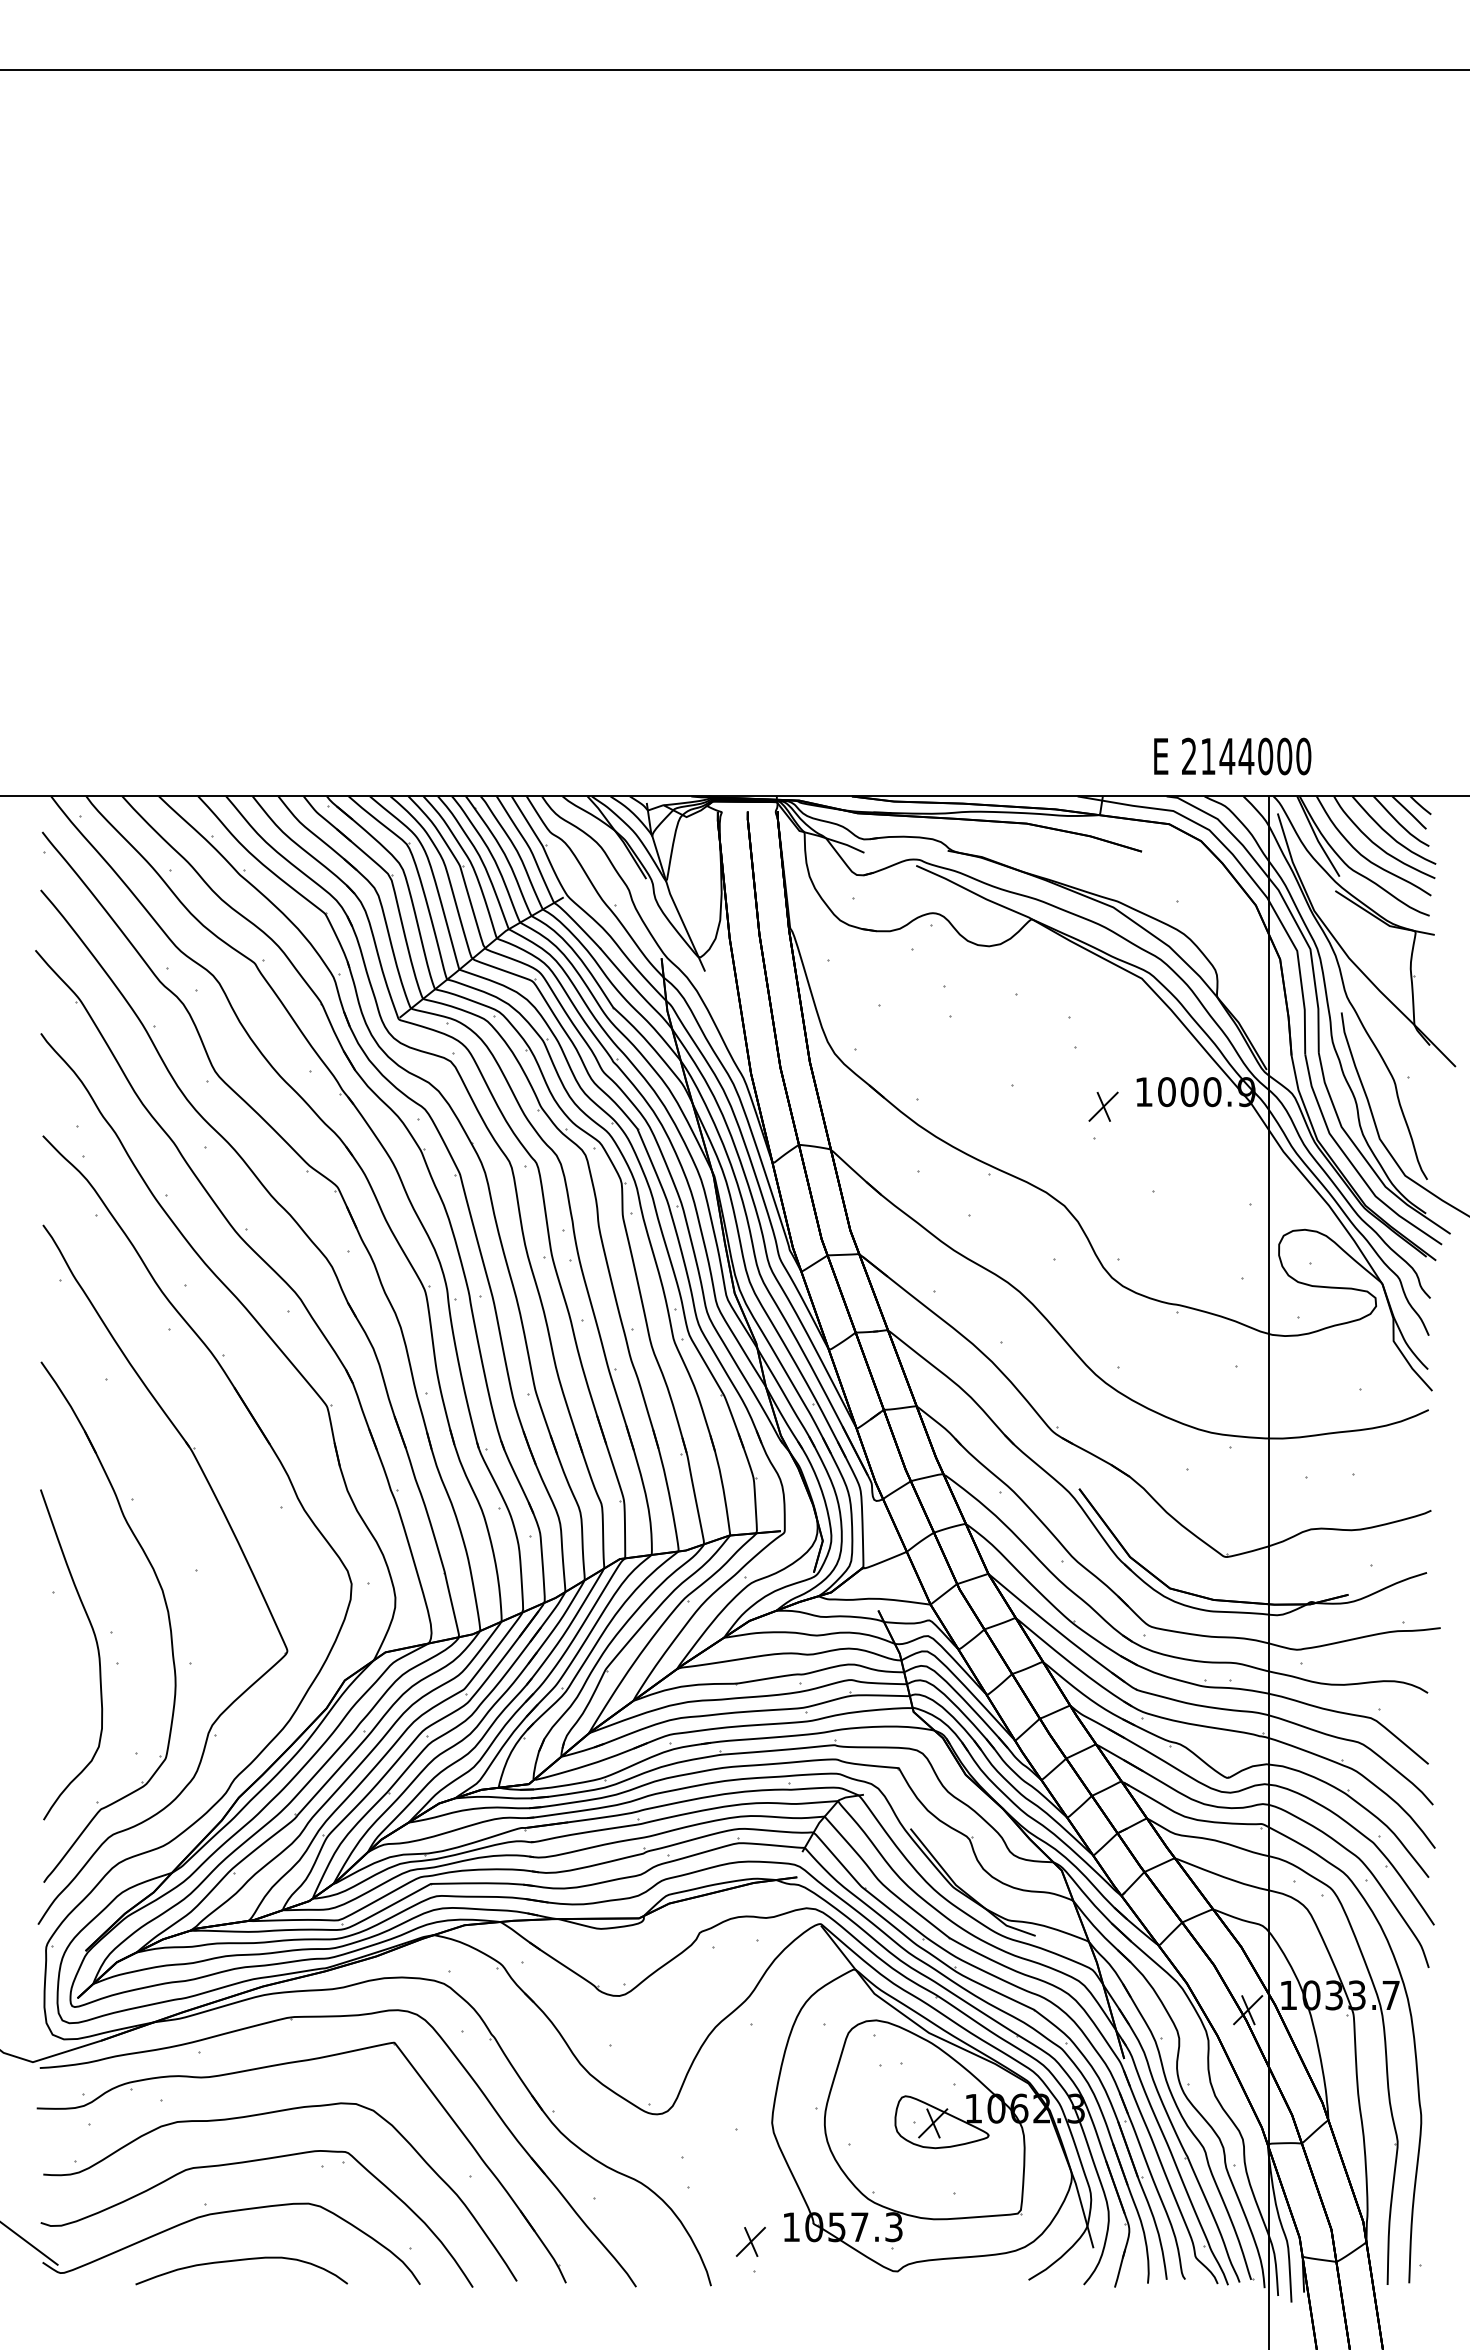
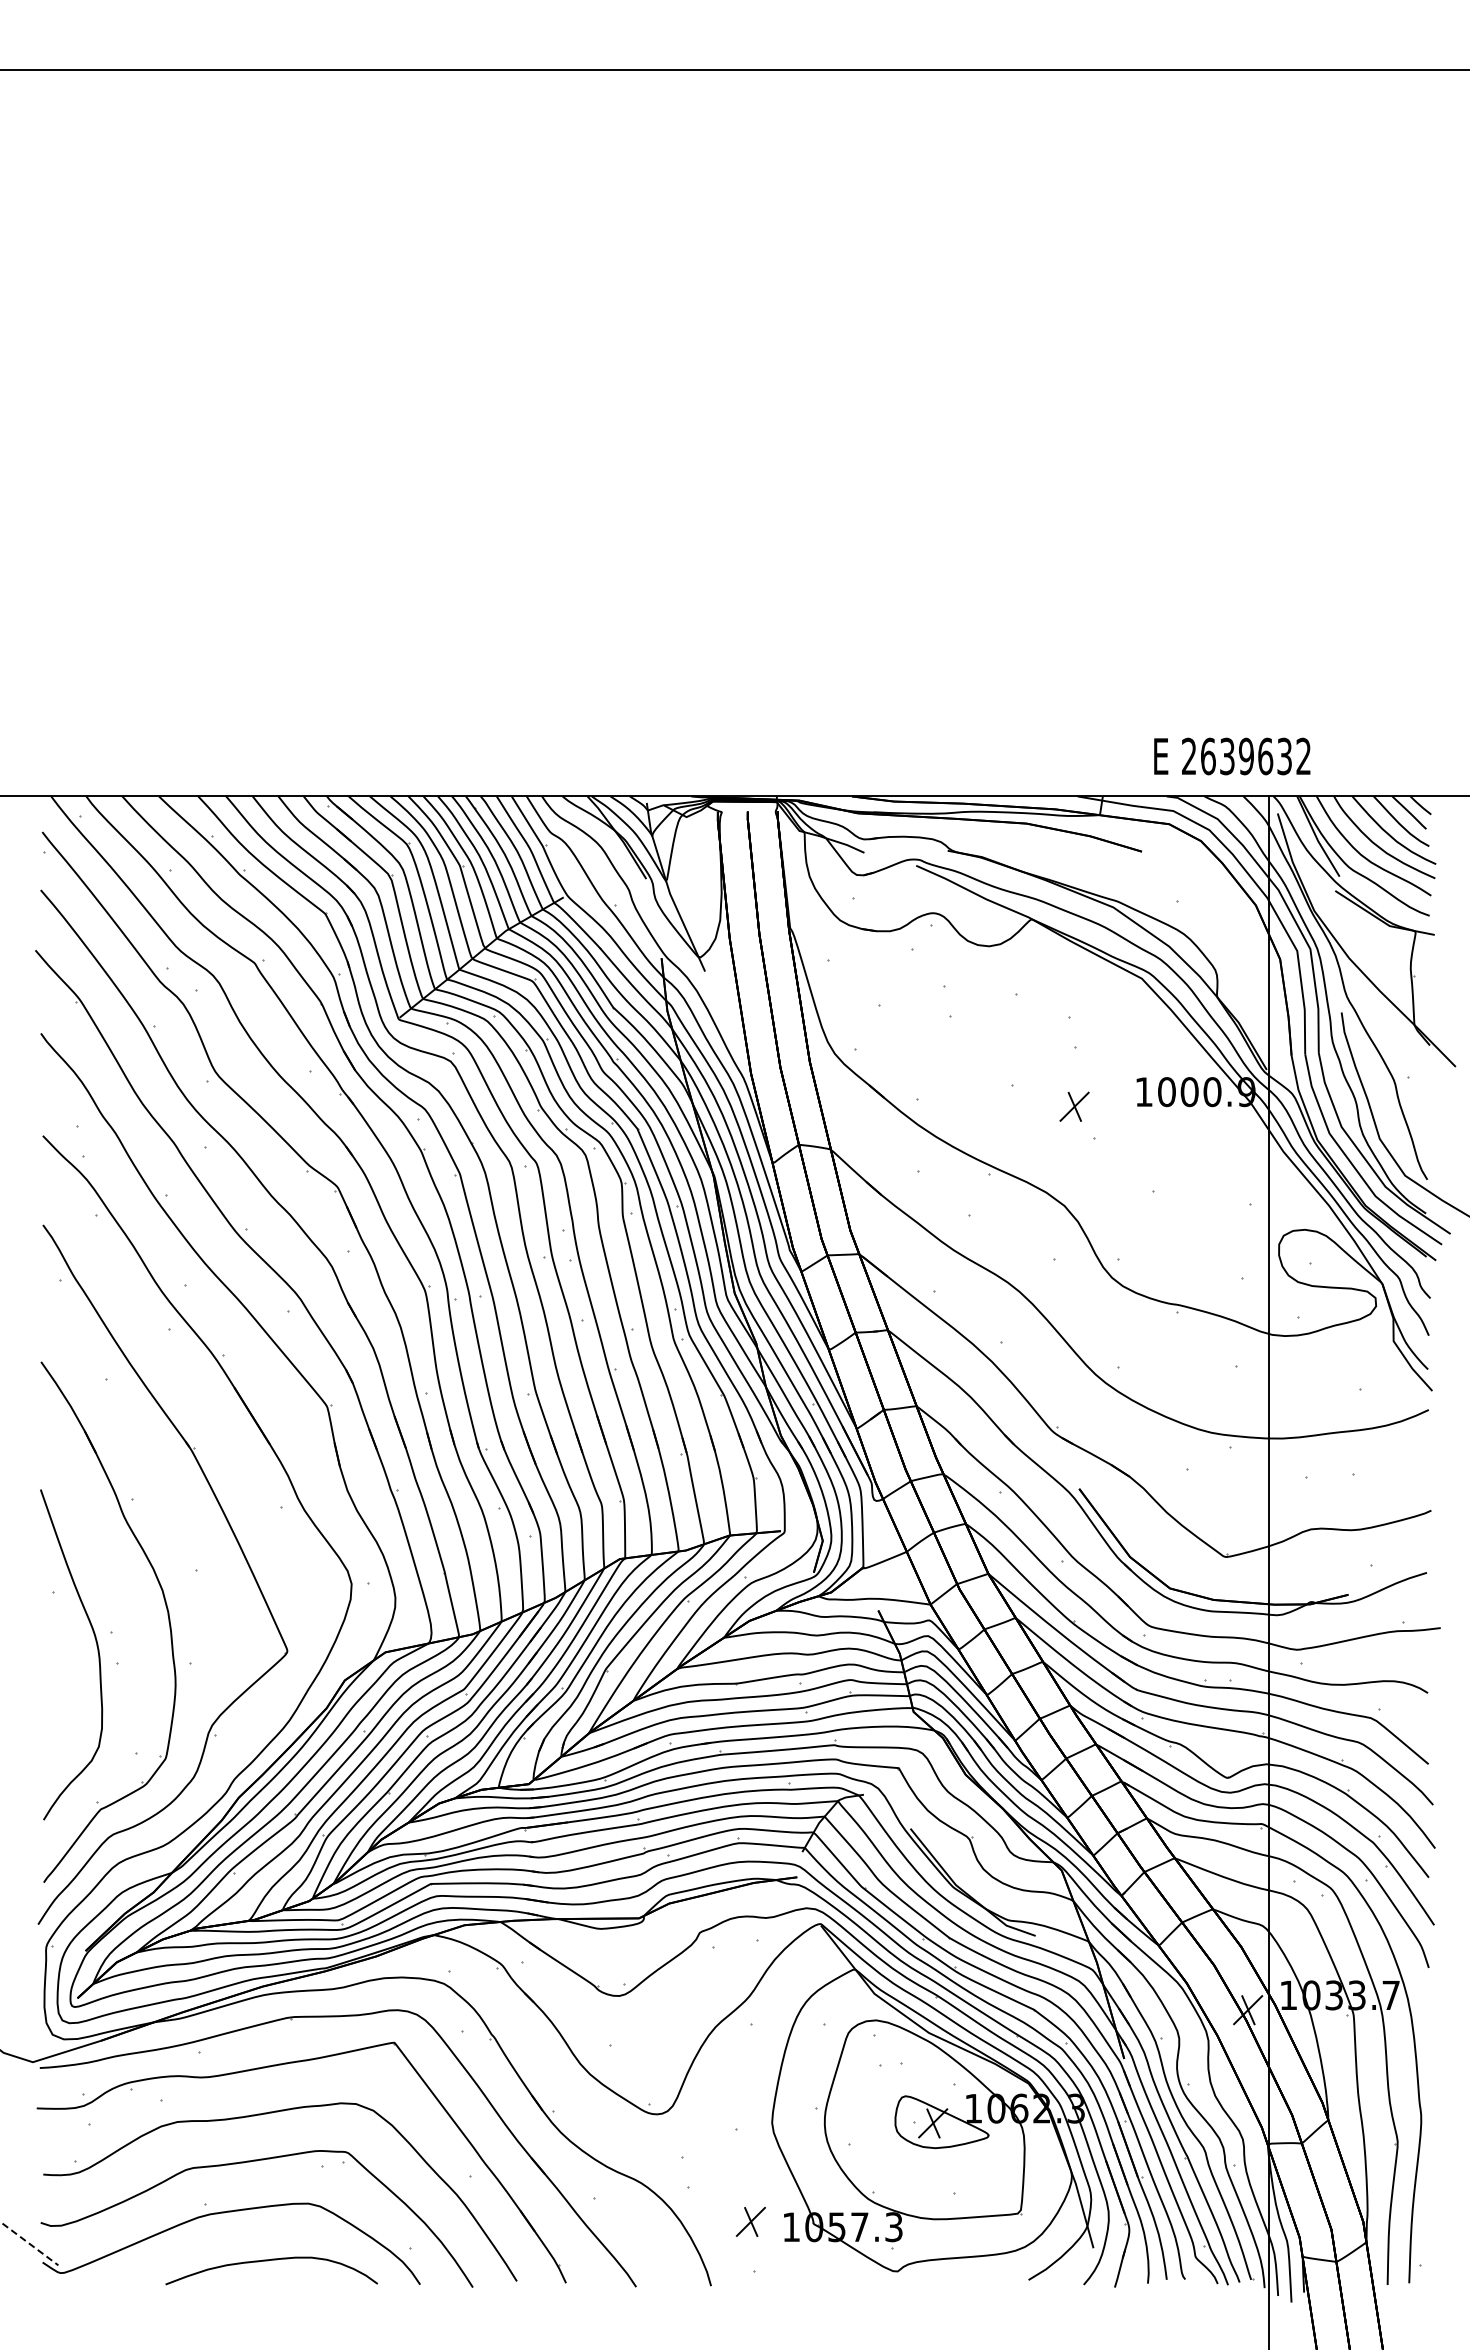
text at (1256, 756): 2144000 -> 2639632
part at (1103, 1106) position: (1103, 1106) -> (1074, 1106)
part at (750, 2241) position: (750, 2241) -> (750, 2221)
line at (29, 2243): solid -> dashed
curve at (238, 2261) position: (238, 2261) -> (268, 2261)
